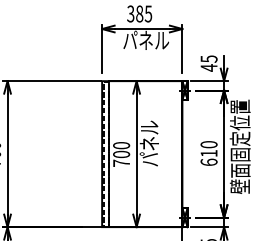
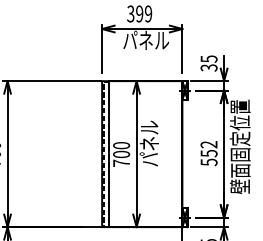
text at (144, 13): 385 -> 399
text at (208, 67): 45 -> 35
text at (208, 153): 610 -> 552
